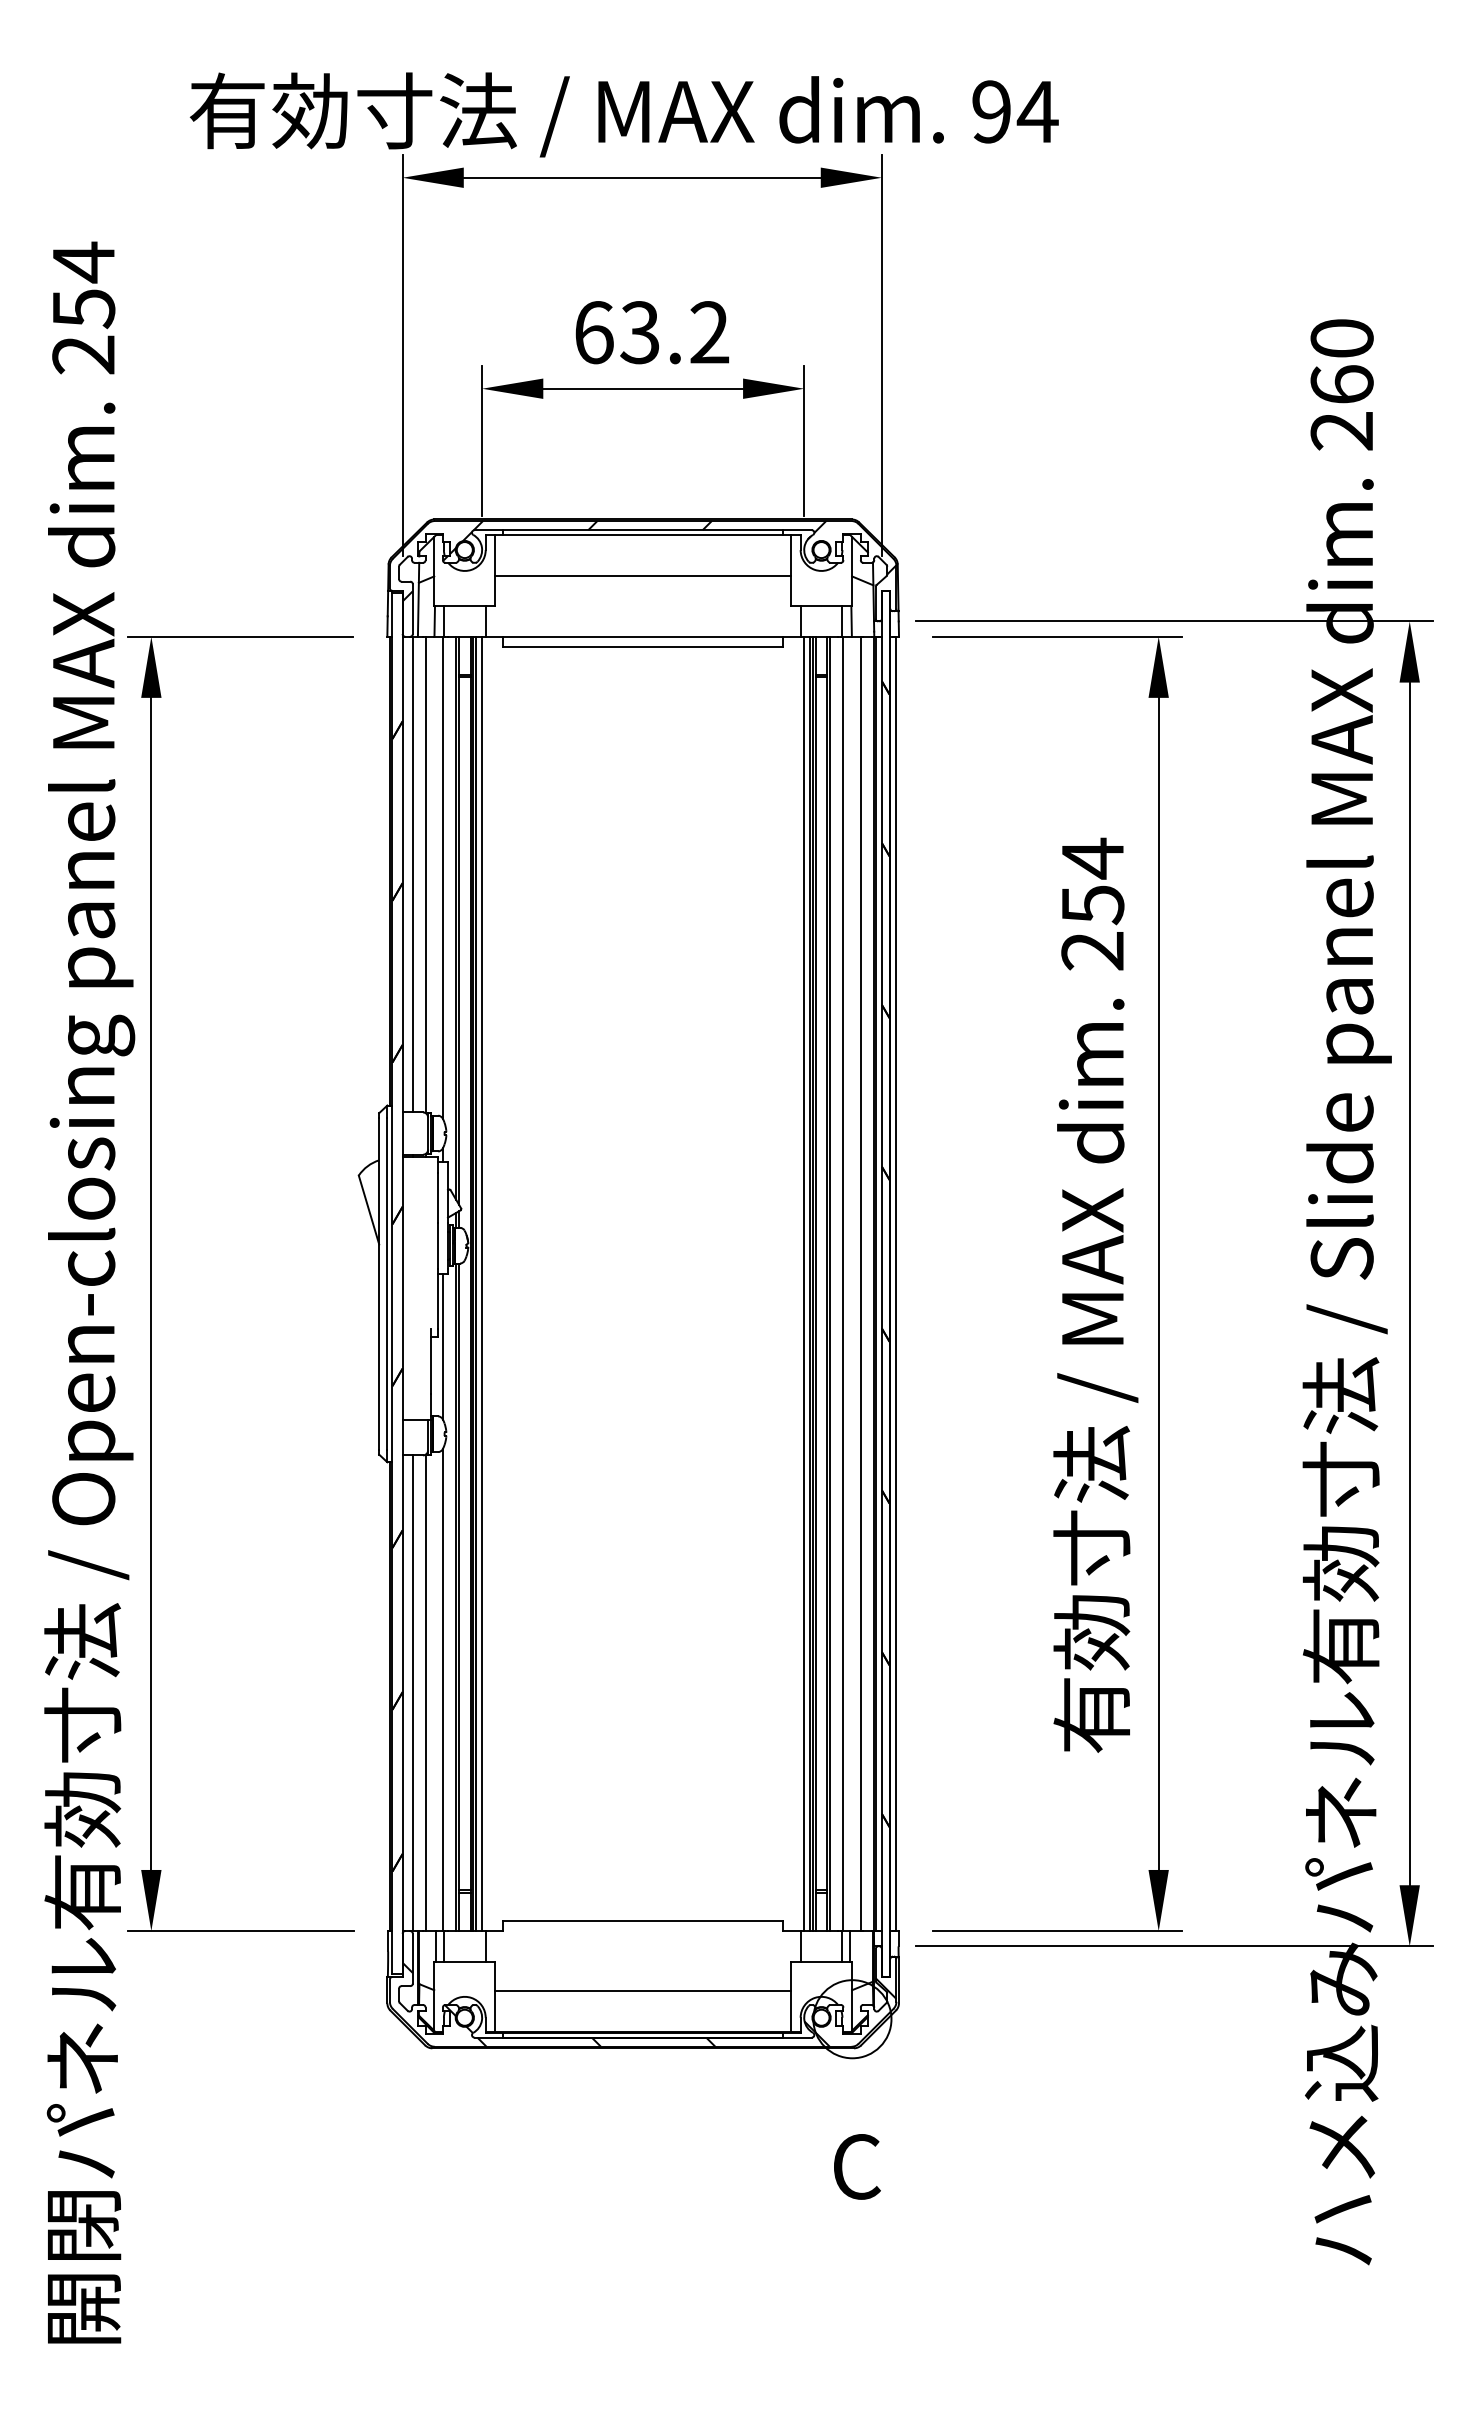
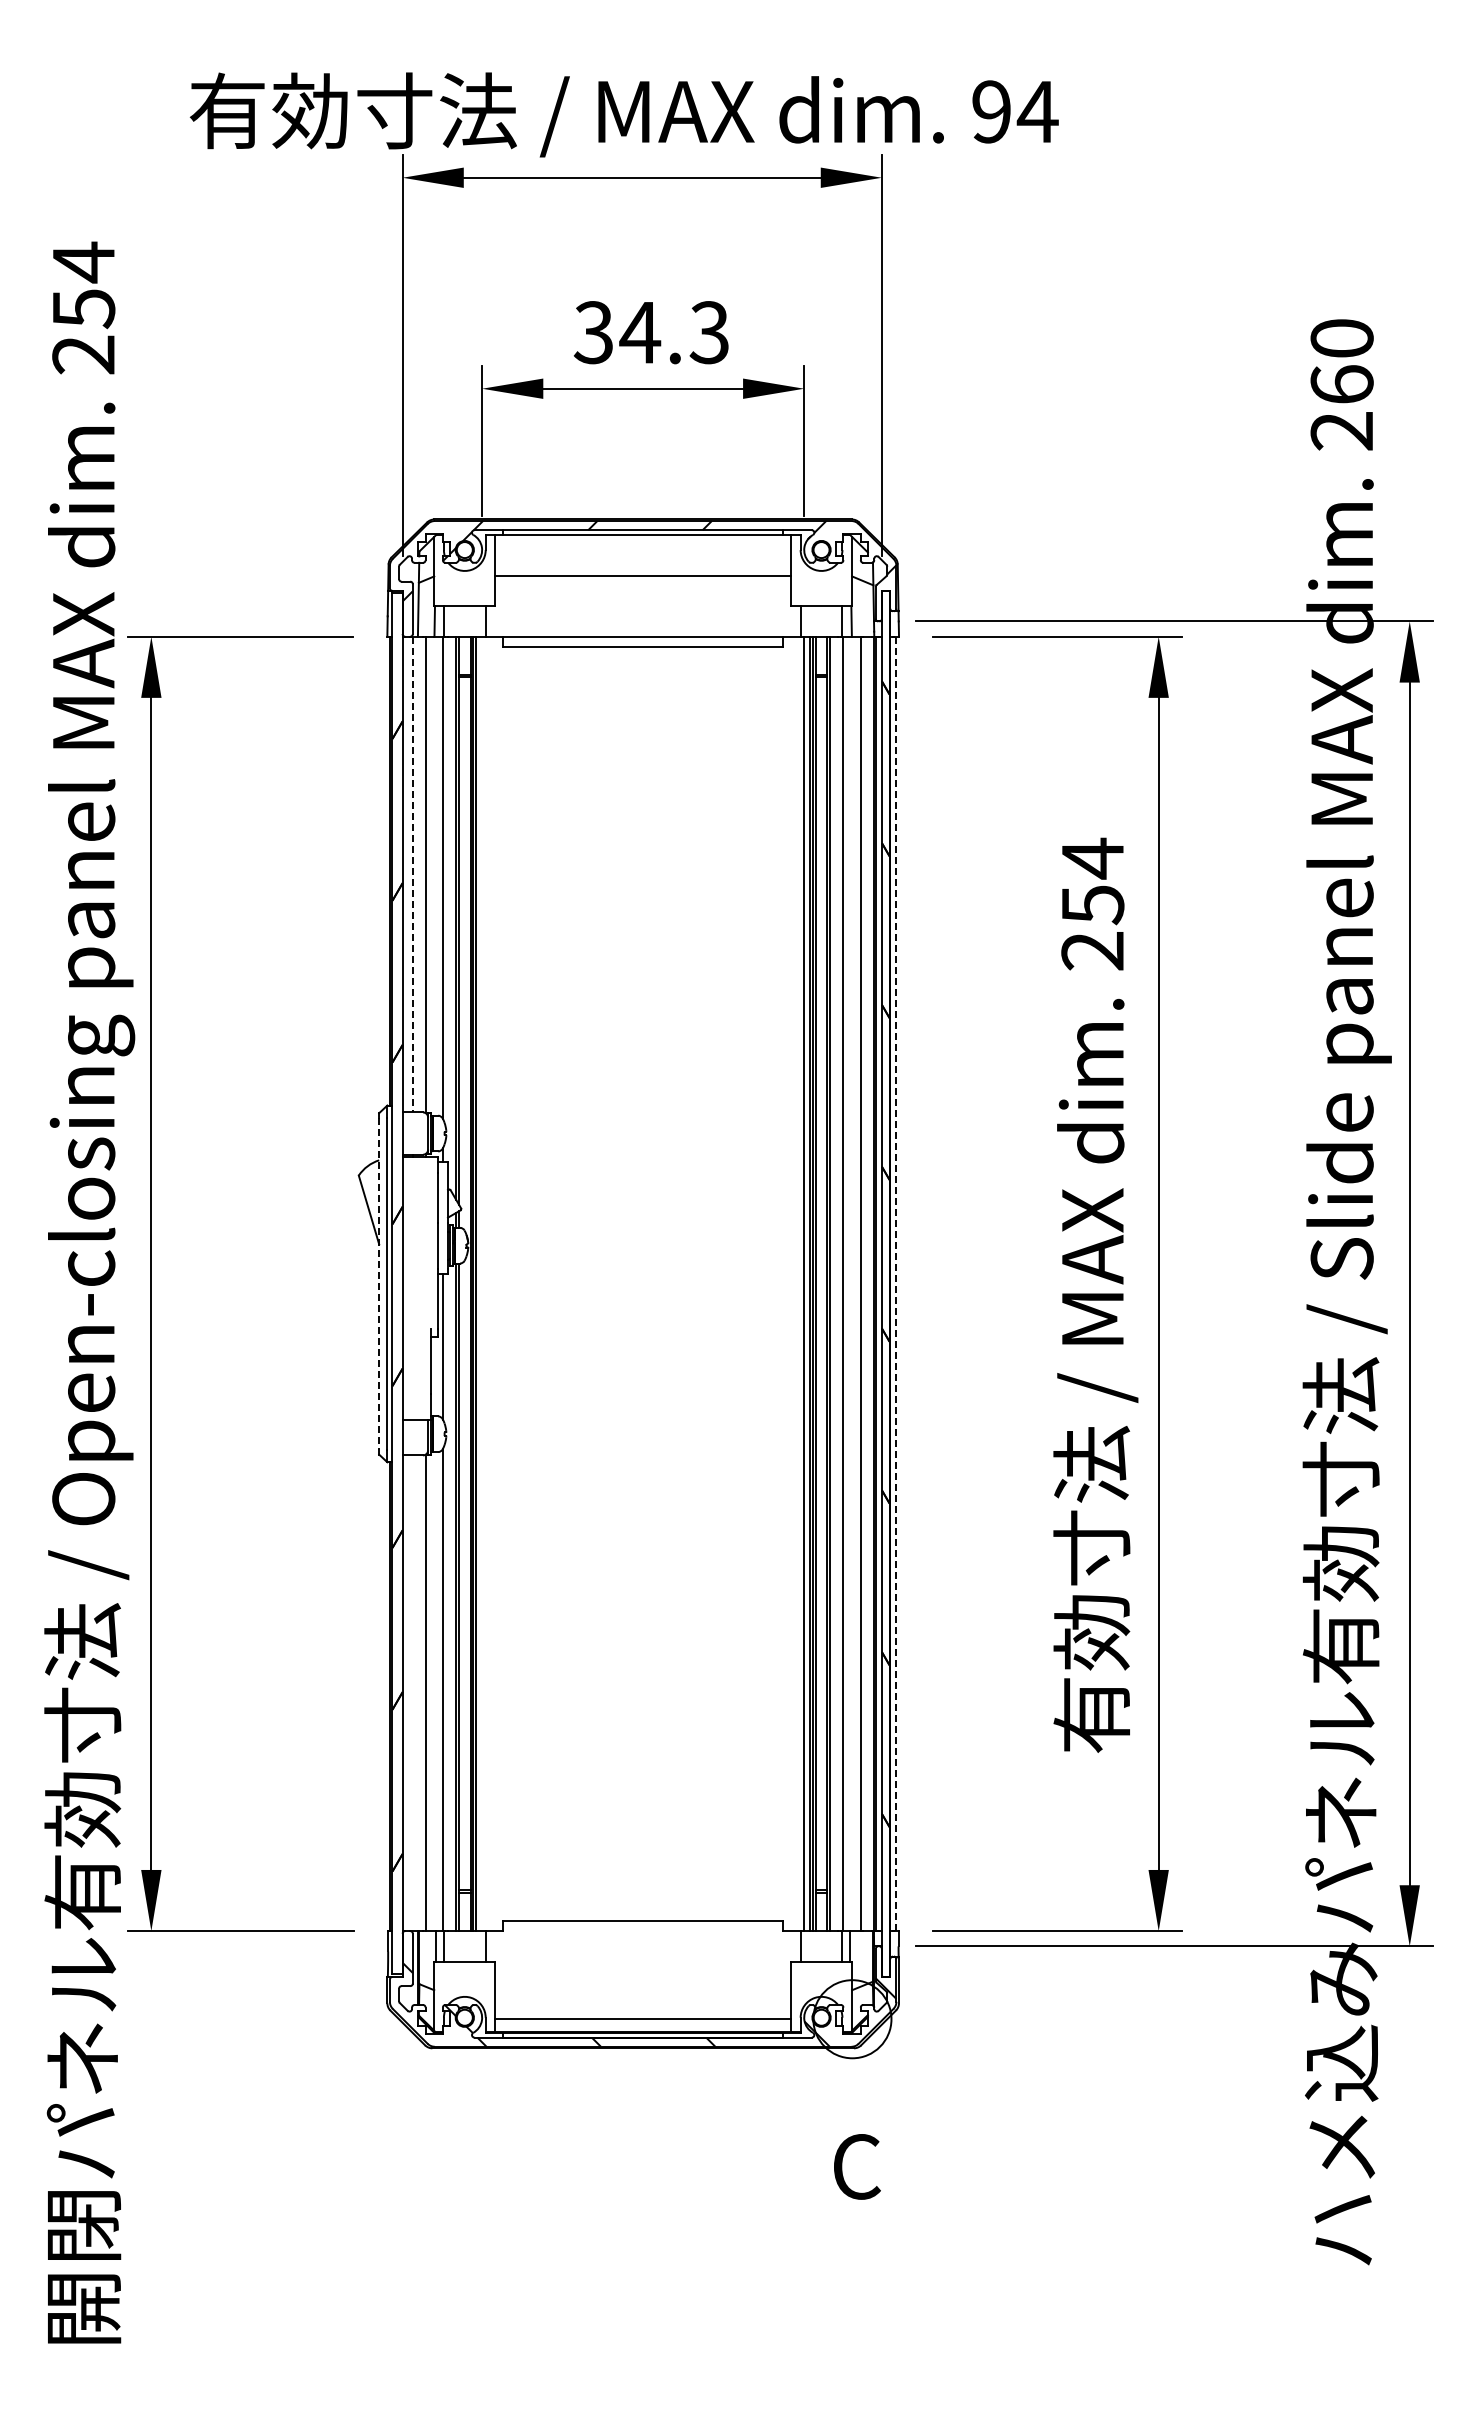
text at (651, 332): 63.2 -> 34.3
line at (412, 874): solid -> dashed
line at (379, 1283): solid -> dashed
line at (482, 1283): present -> none
line at (896, 1284): solid -> dashed
line at (412, 1693): present -> none
line at (642, 1991) position: (642, 1991) -> (642, 2019)
